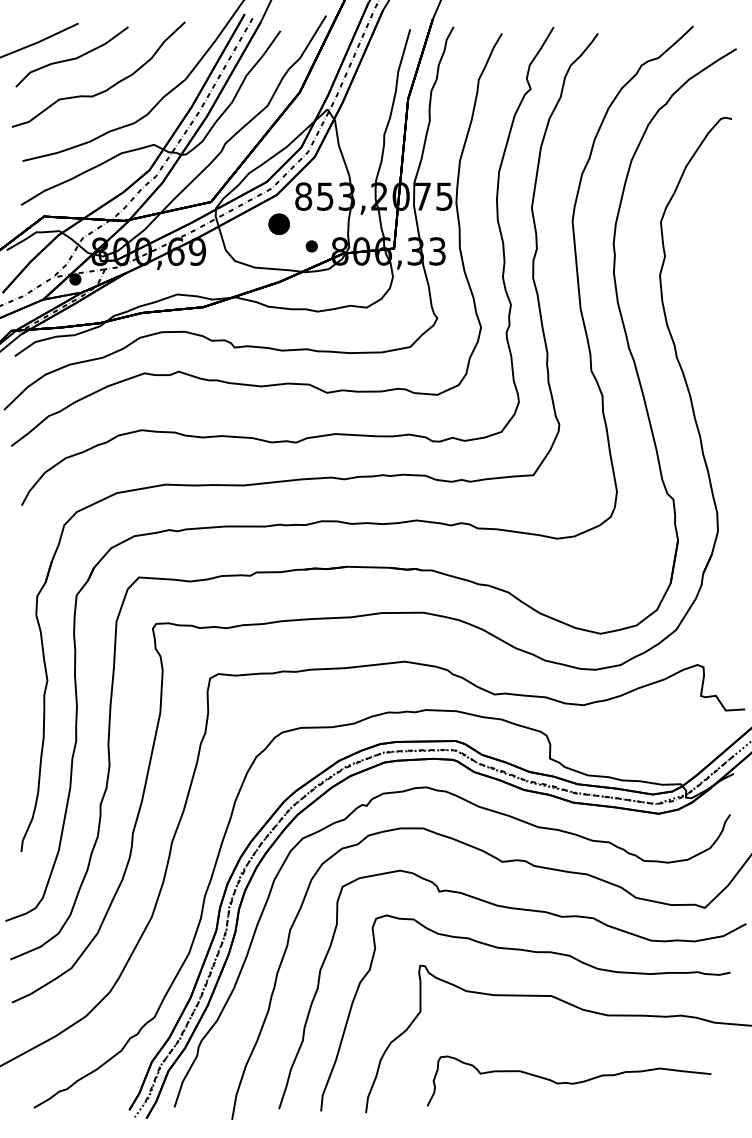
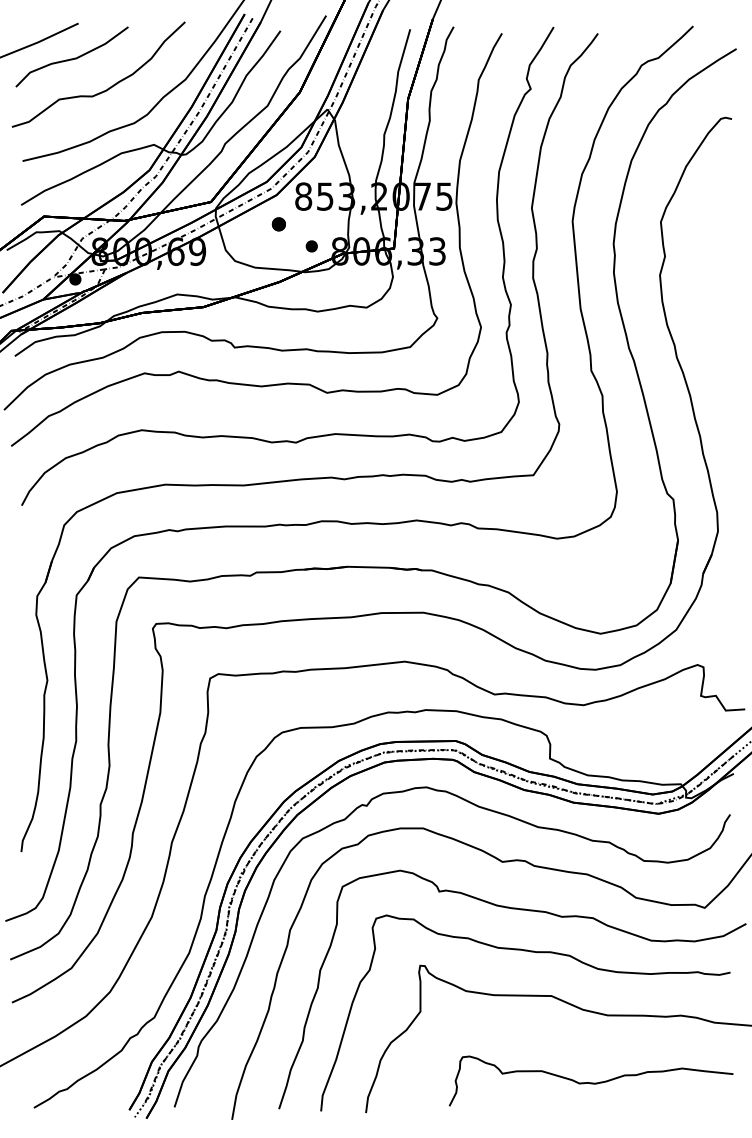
part at (278, 223) size: 22x22 px -> 15x15 px
curve at (568, 1082) position: (568, 1082) -> (590, 1082)
